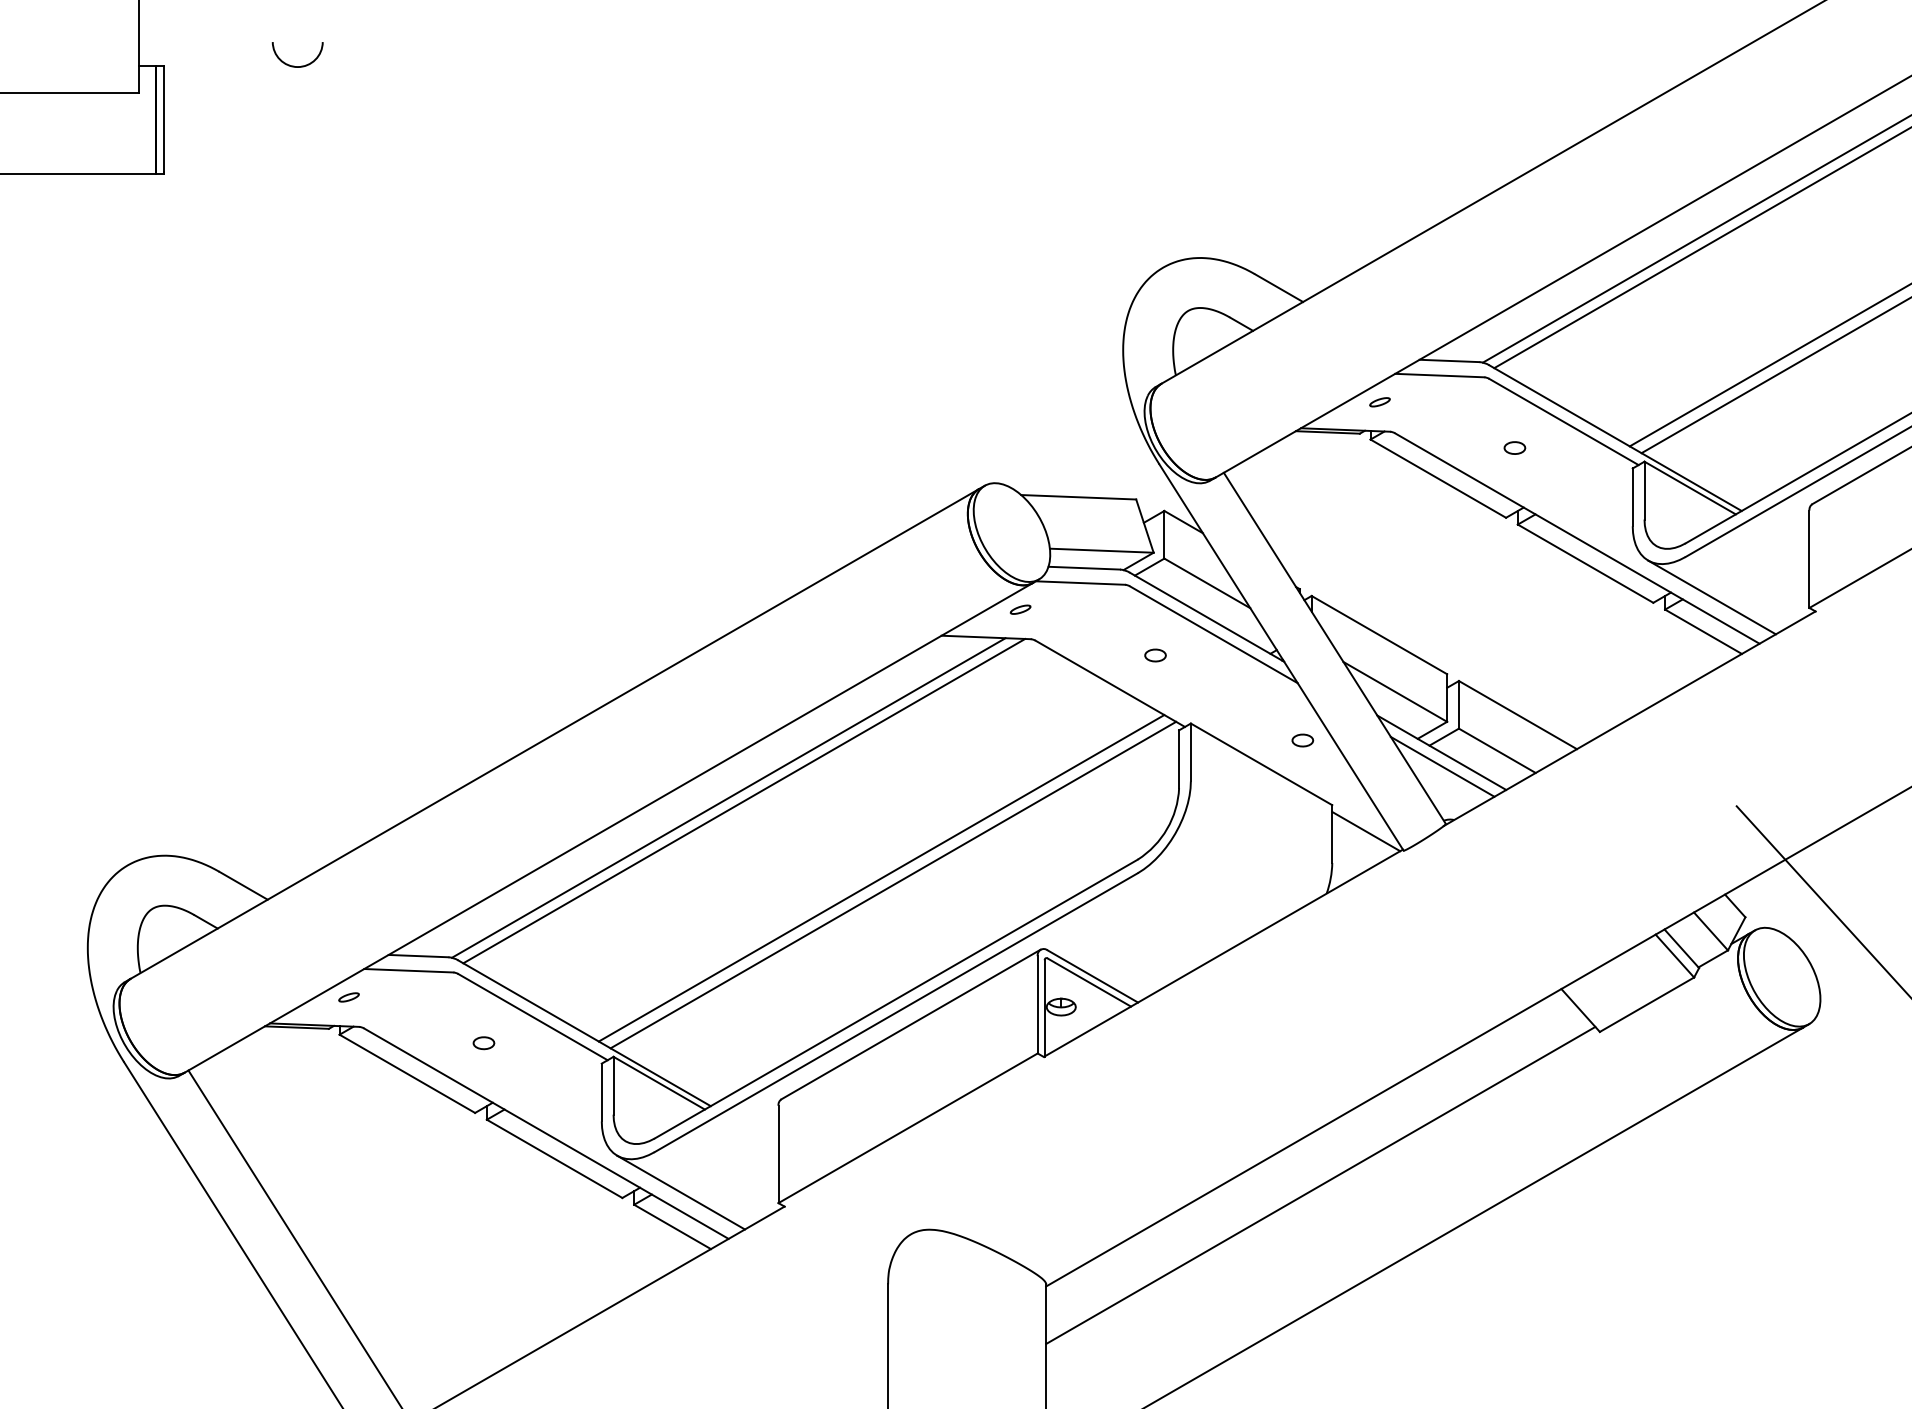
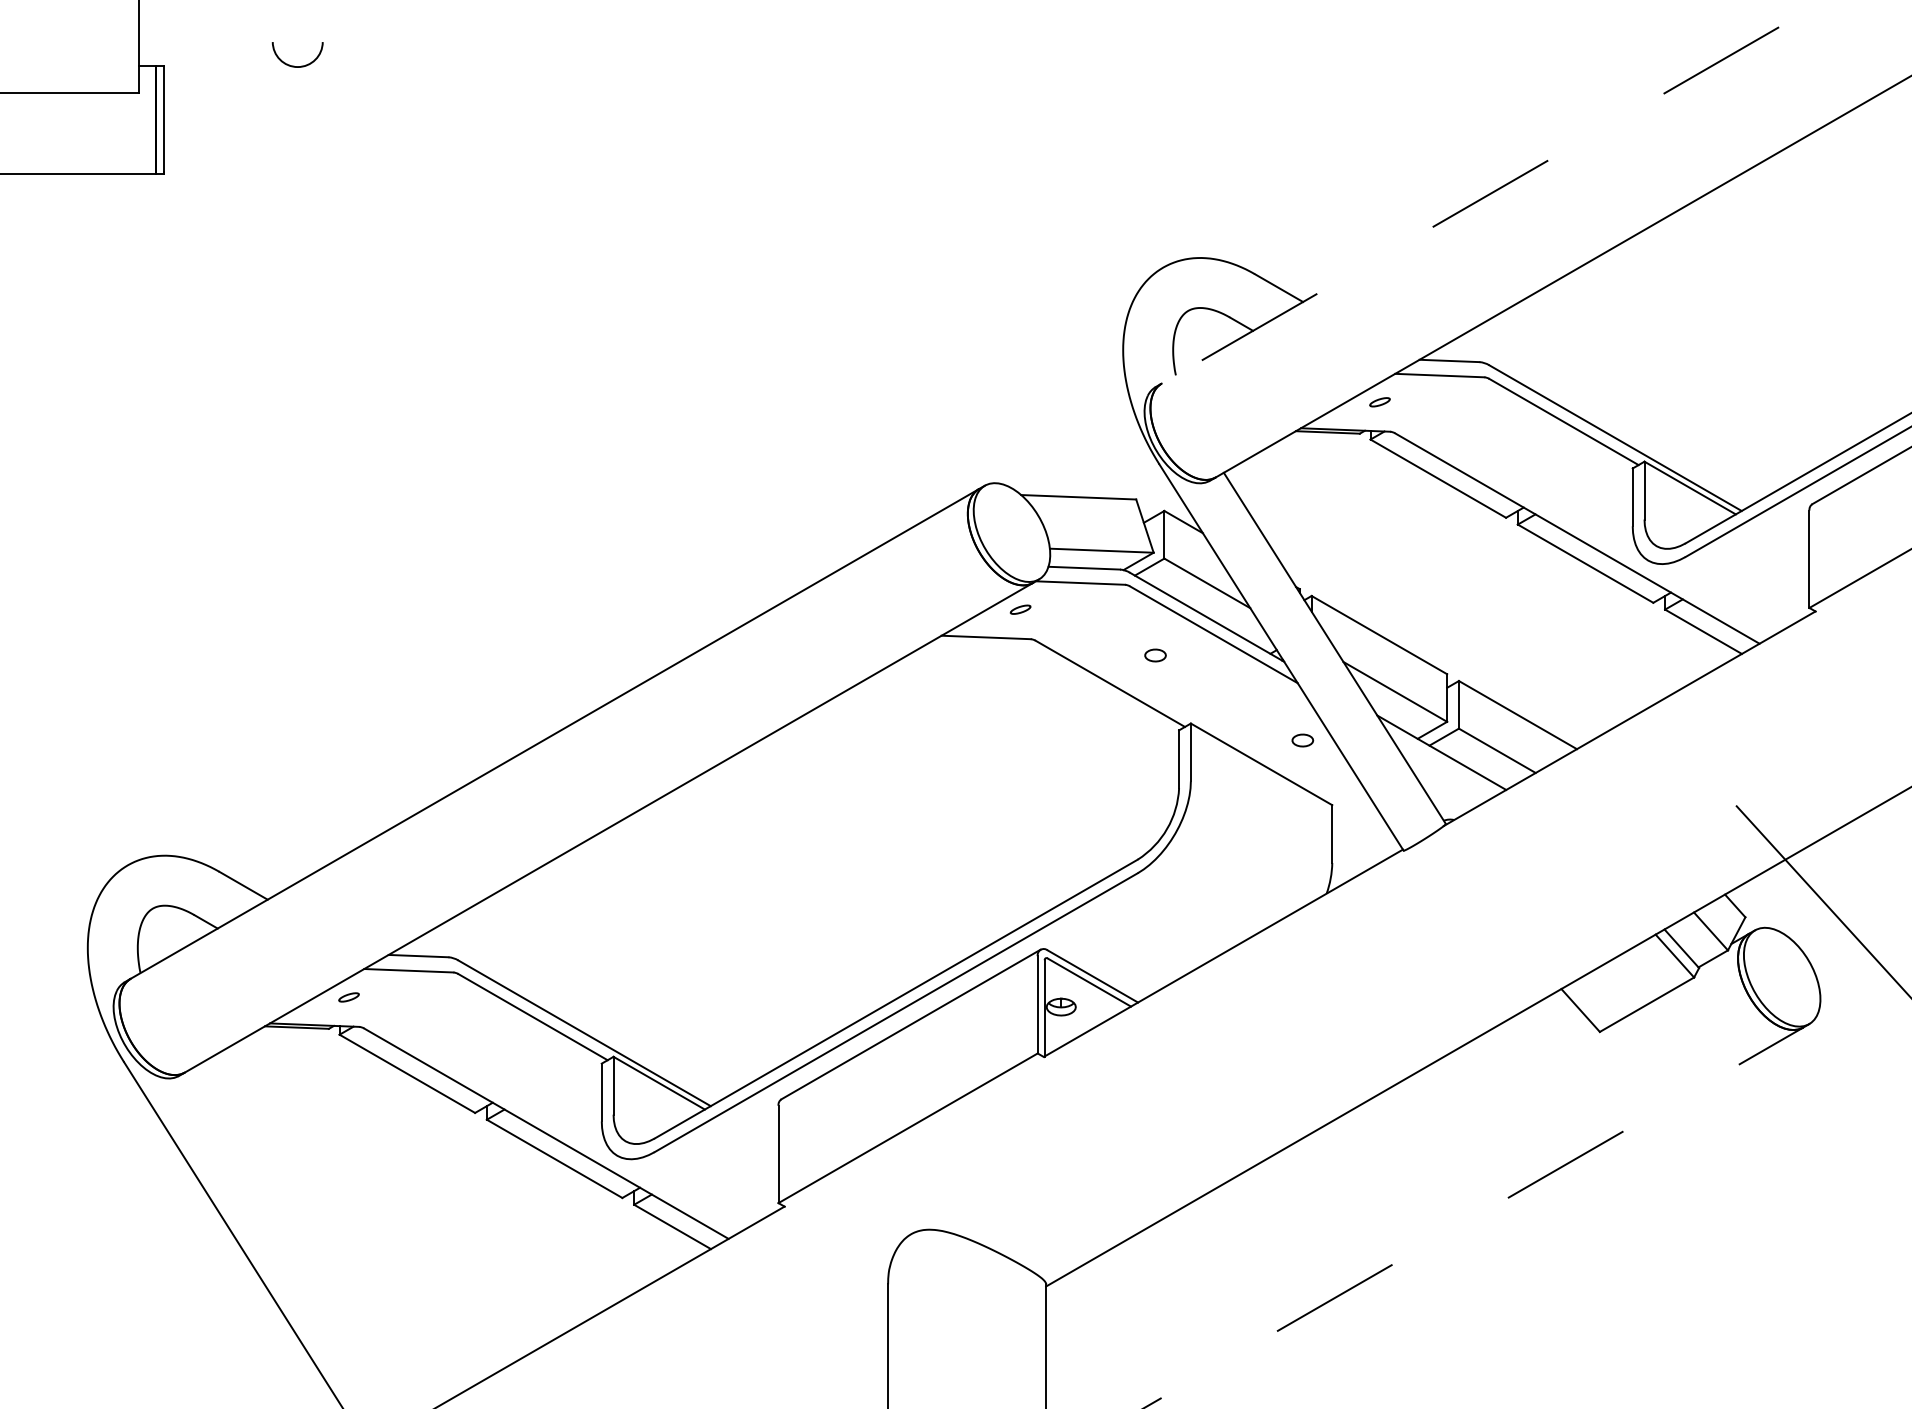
line at (1493, 192): solid -> dashed
line at (1695, 239): present -> none
line at (1701, 248): present -> none
line at (1768, 365): present -> none
line at (1774, 376): present -> none
part at (1514, 447): present -> none
line at (1711, 597): present -> none
line at (1442, 766): present -> none
line at (728, 797): present -> none
line at (744, 800): present -> none
line at (1366, 831): present -> none
line at (881, 878): present -> none
line at (893, 884): present -> none
part at (483, 1043): present -> none
line at (1320, 1185): present -> none
line at (680, 1192): present -> none
line at (1473, 1217): solid -> dashed
line at (294, 1237): present -> none
